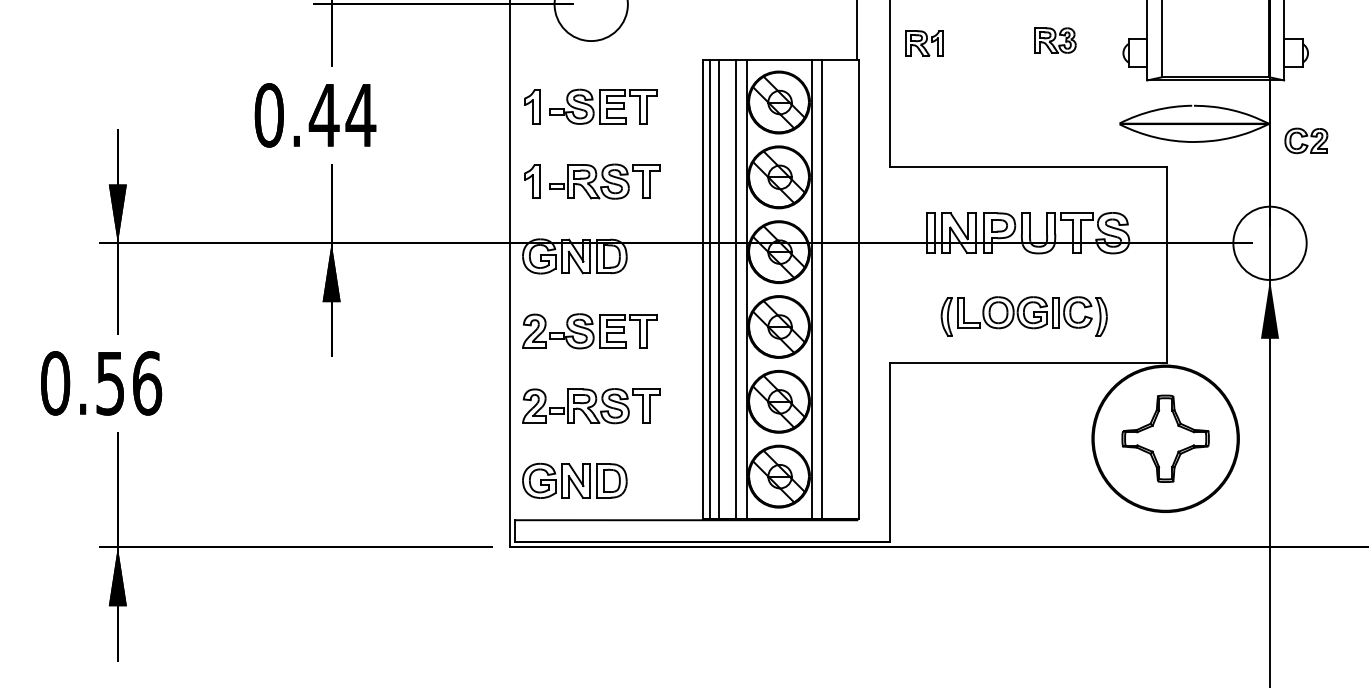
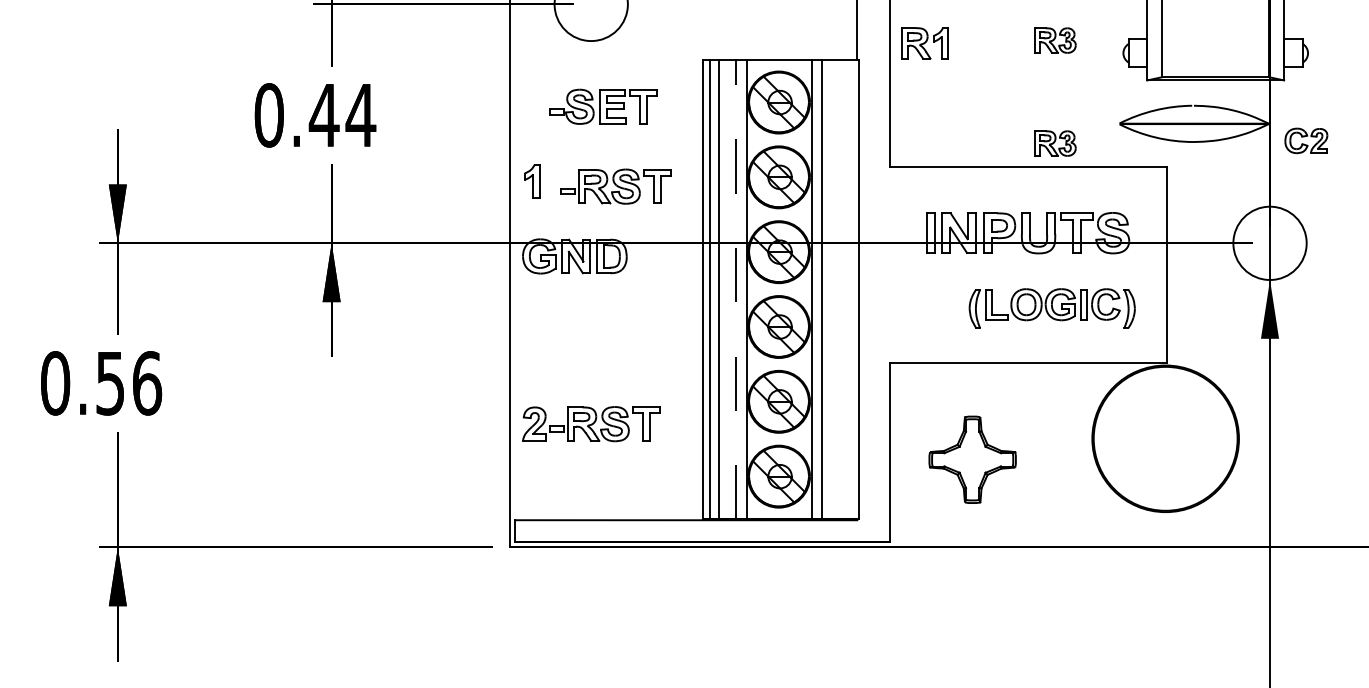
part at (924, 43) size: 39x27 px -> 48x33 px
part at (532, 106): present -> none
part at (1055, 143): none -> present
part at (604, 181) position: (604, 181) -> (615, 186)
line at (736, 289): solid -> dashed
part at (1023, 316) position: (1023, 316) -> (1051, 308)
part at (589, 331): present -> none
part at (591, 406) position: (591, 406) -> (591, 424)
part at (1165, 438) position: (1165, 438) -> (972, 459)
part at (574, 480): present -> none
